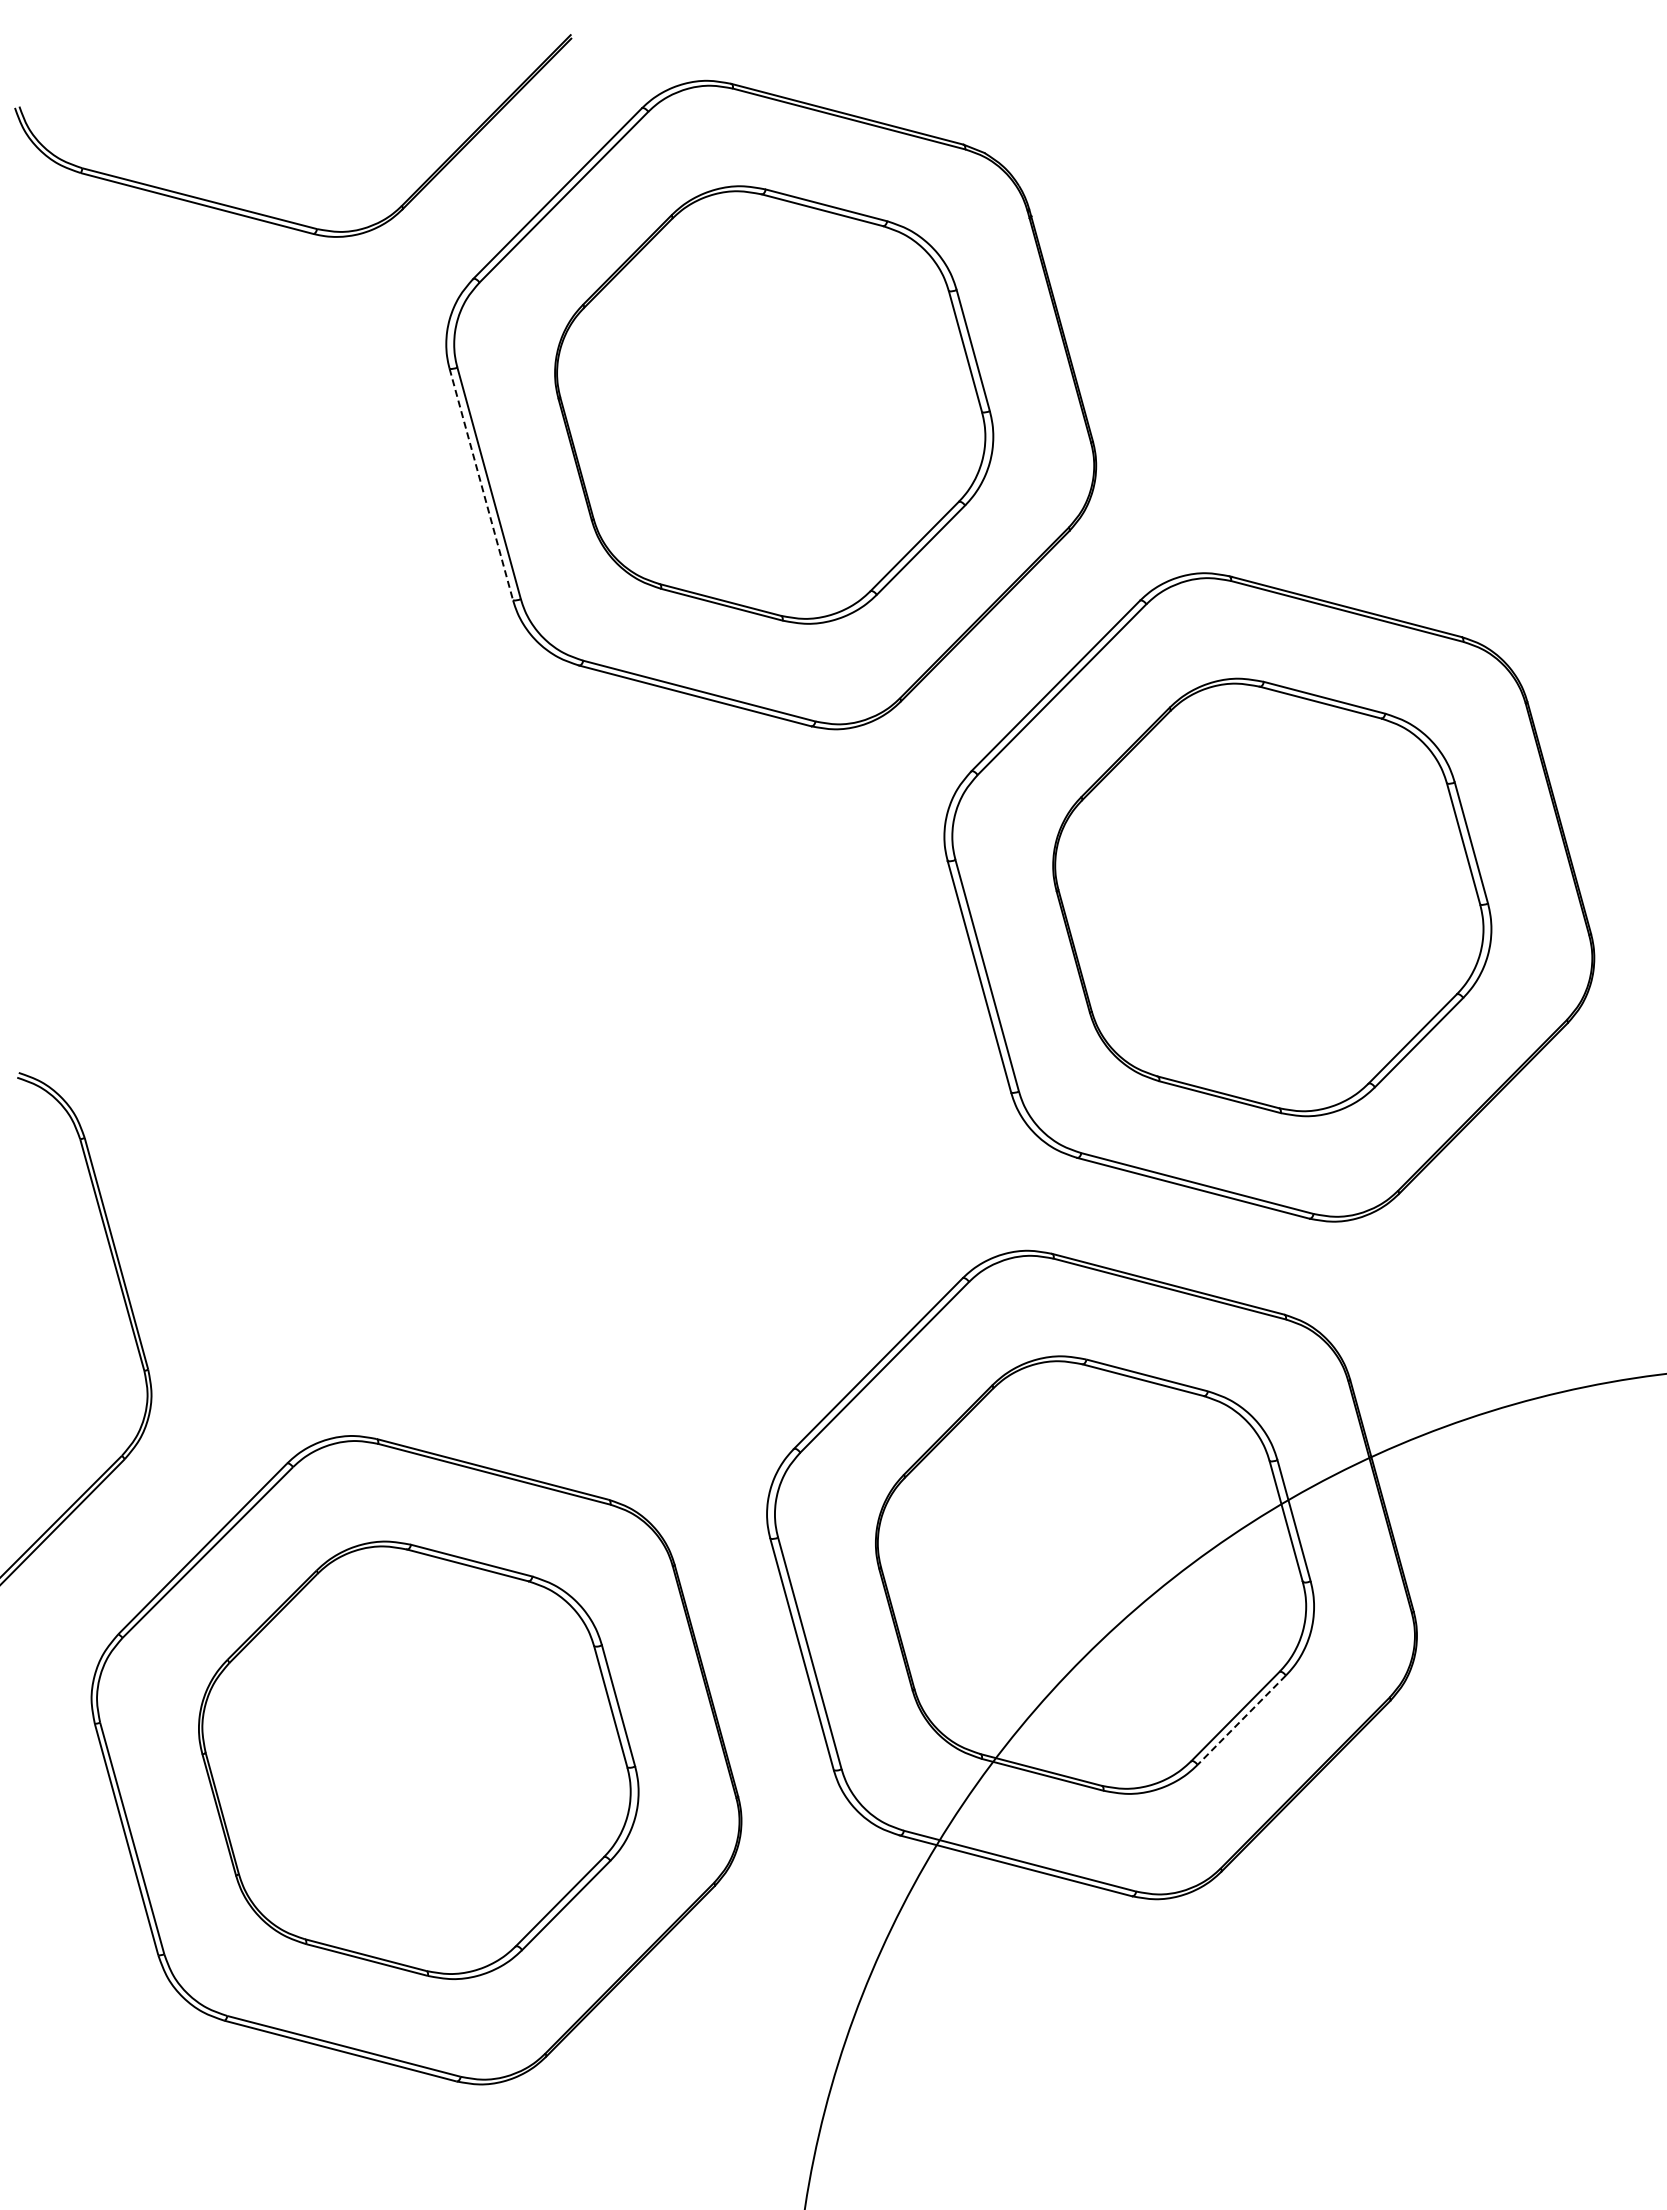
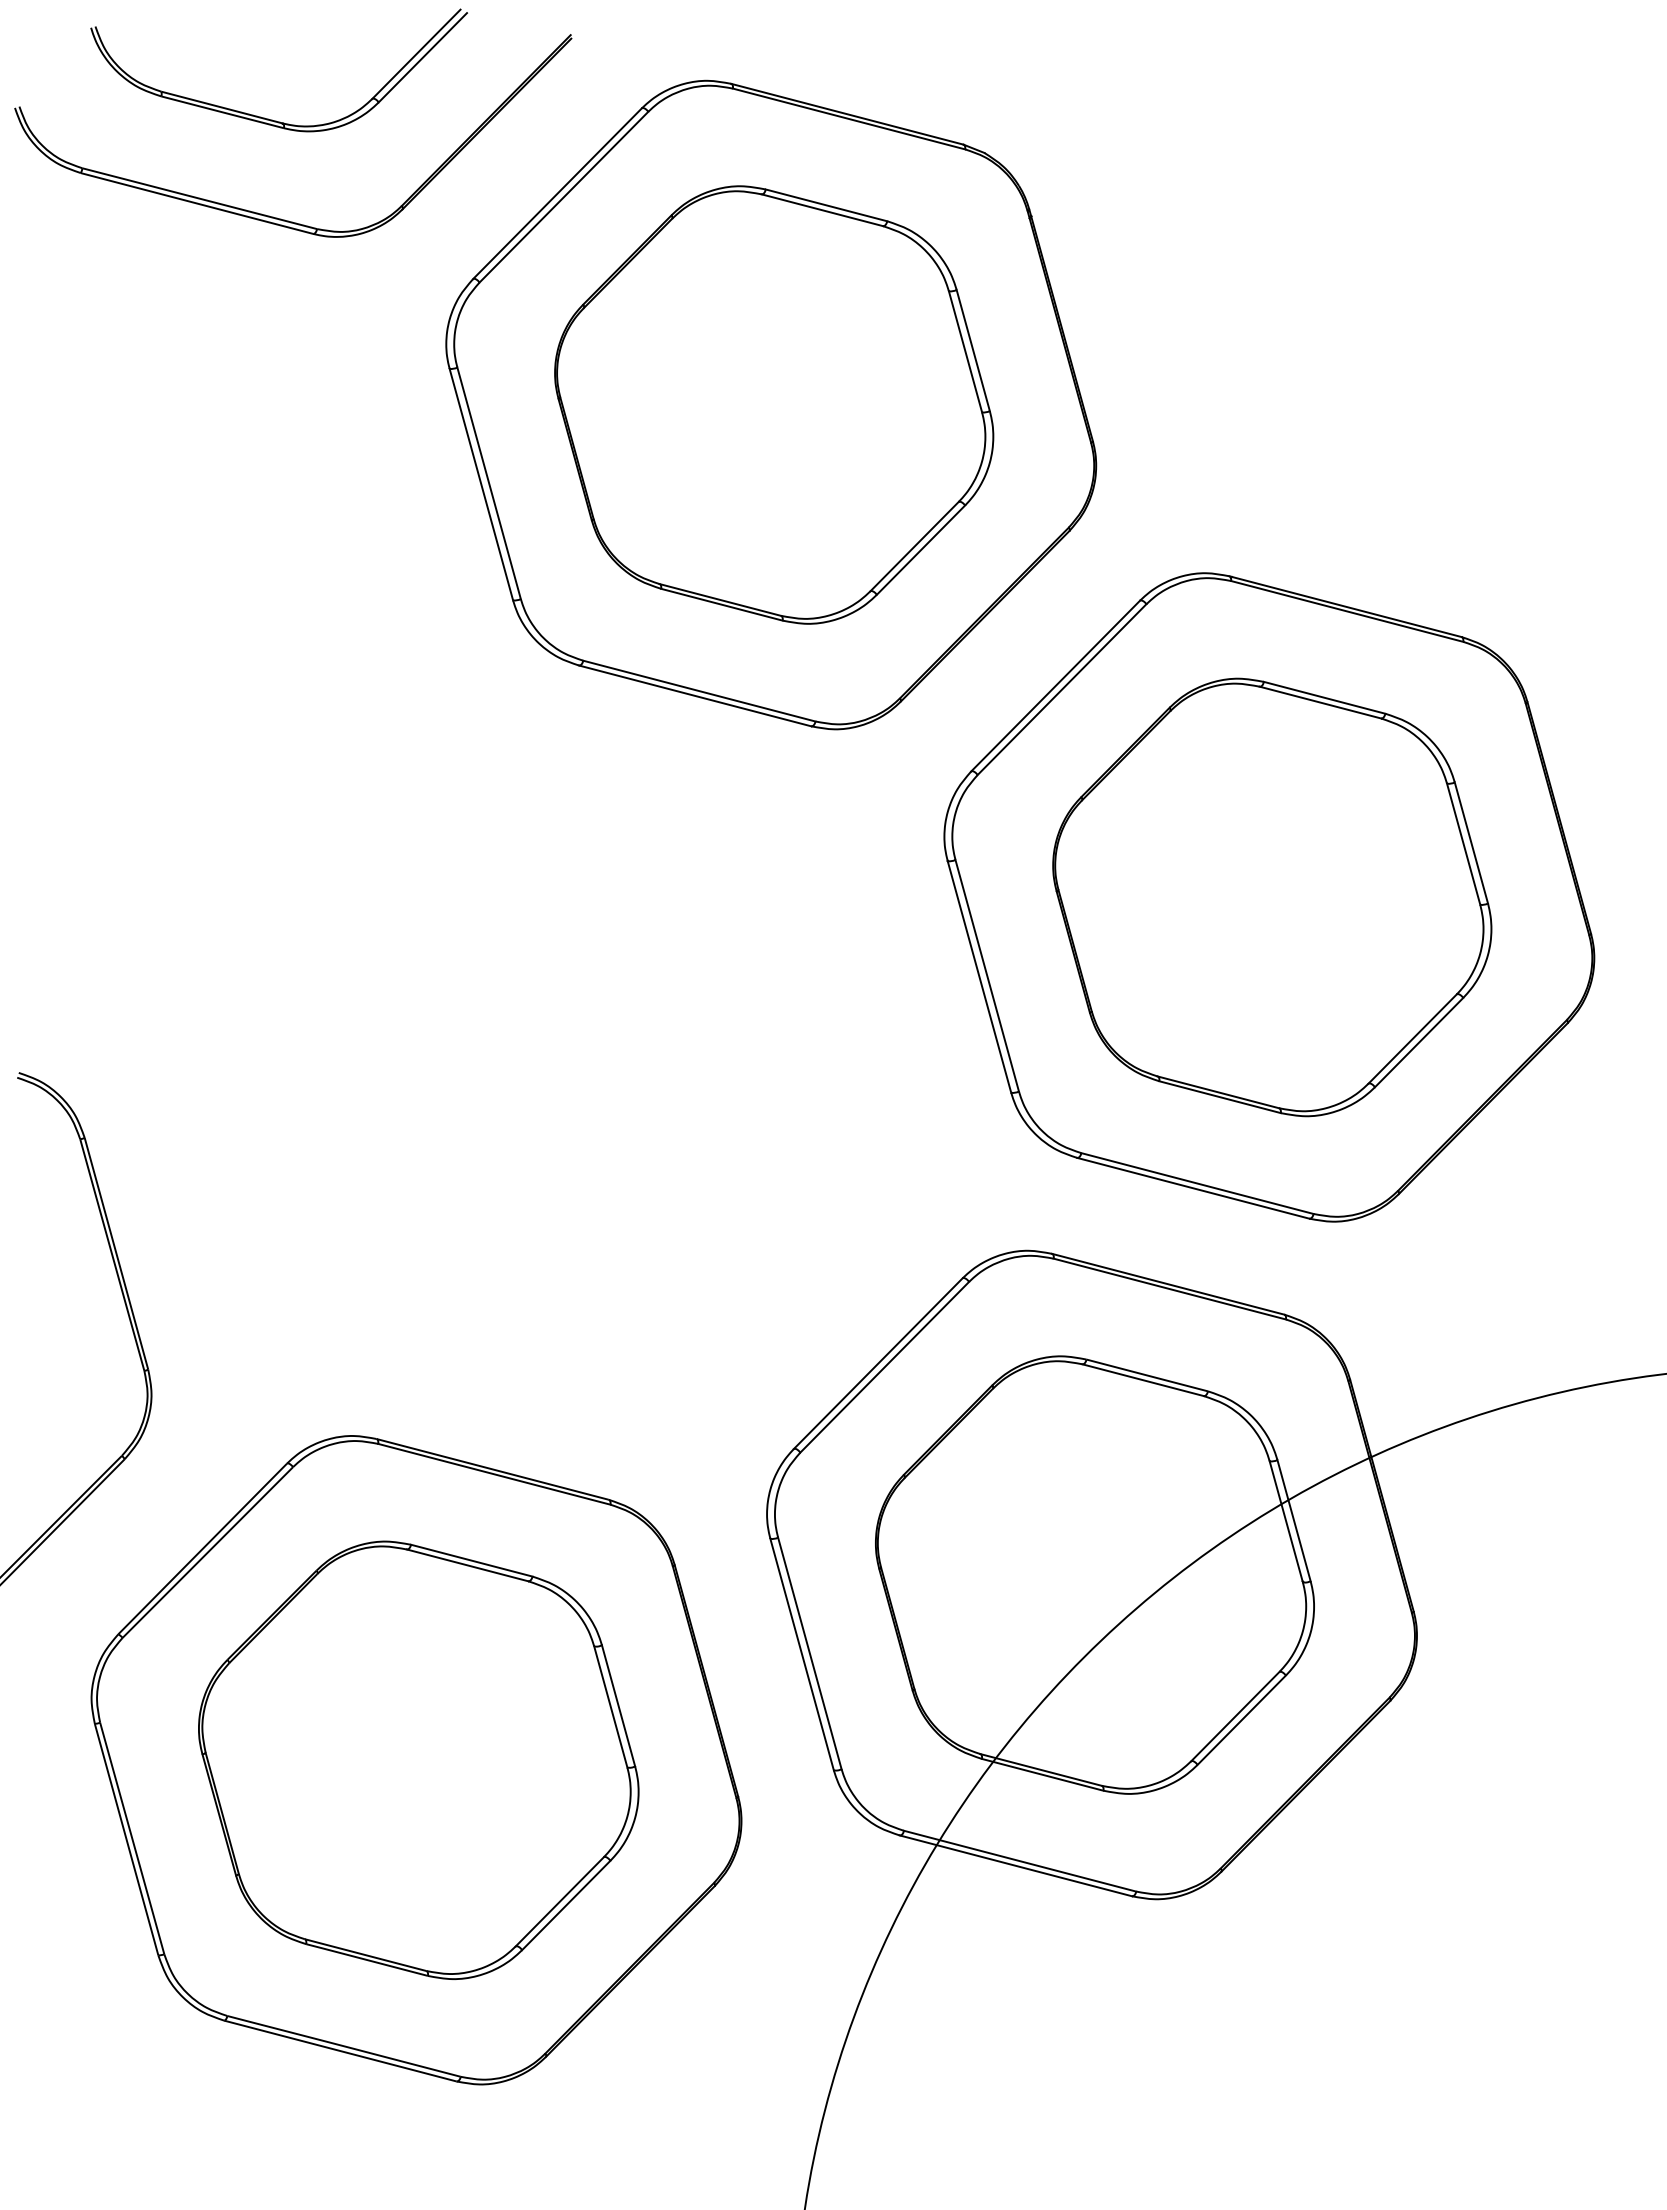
part at (268, 118): none -> present
line at (481, 485): dashed -> solid
line at (1241, 1720): dashed -> solid
